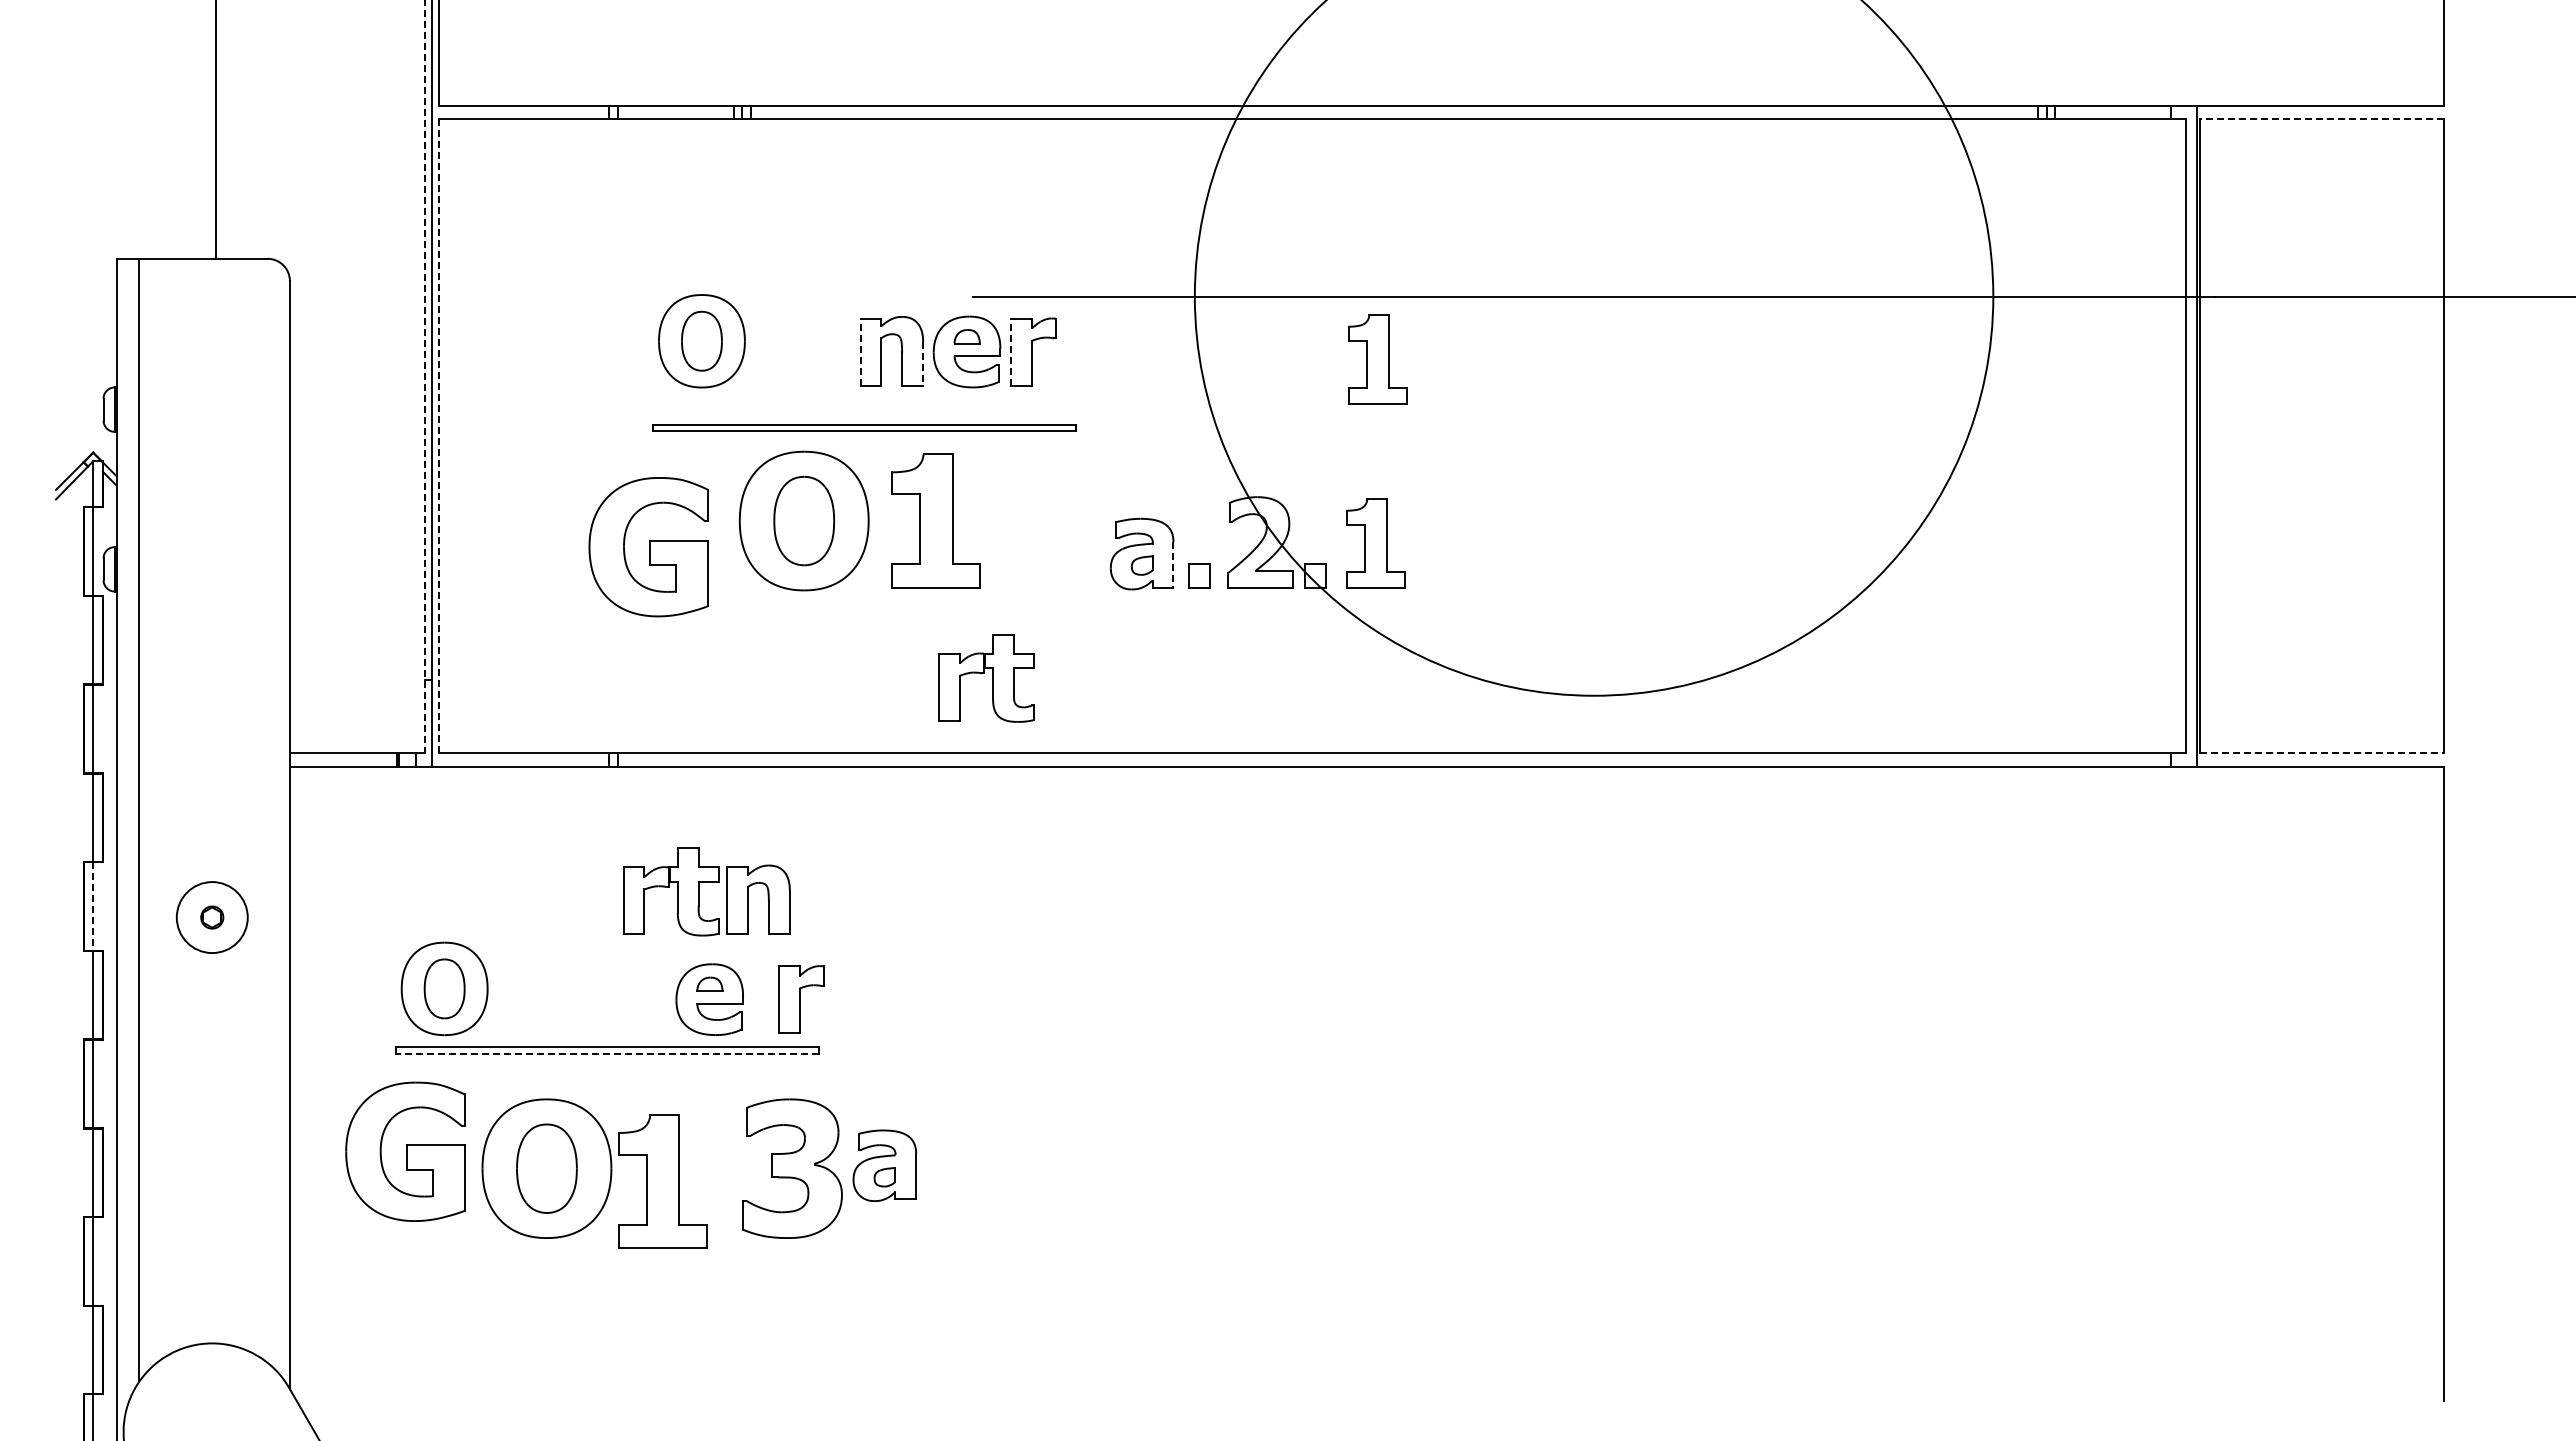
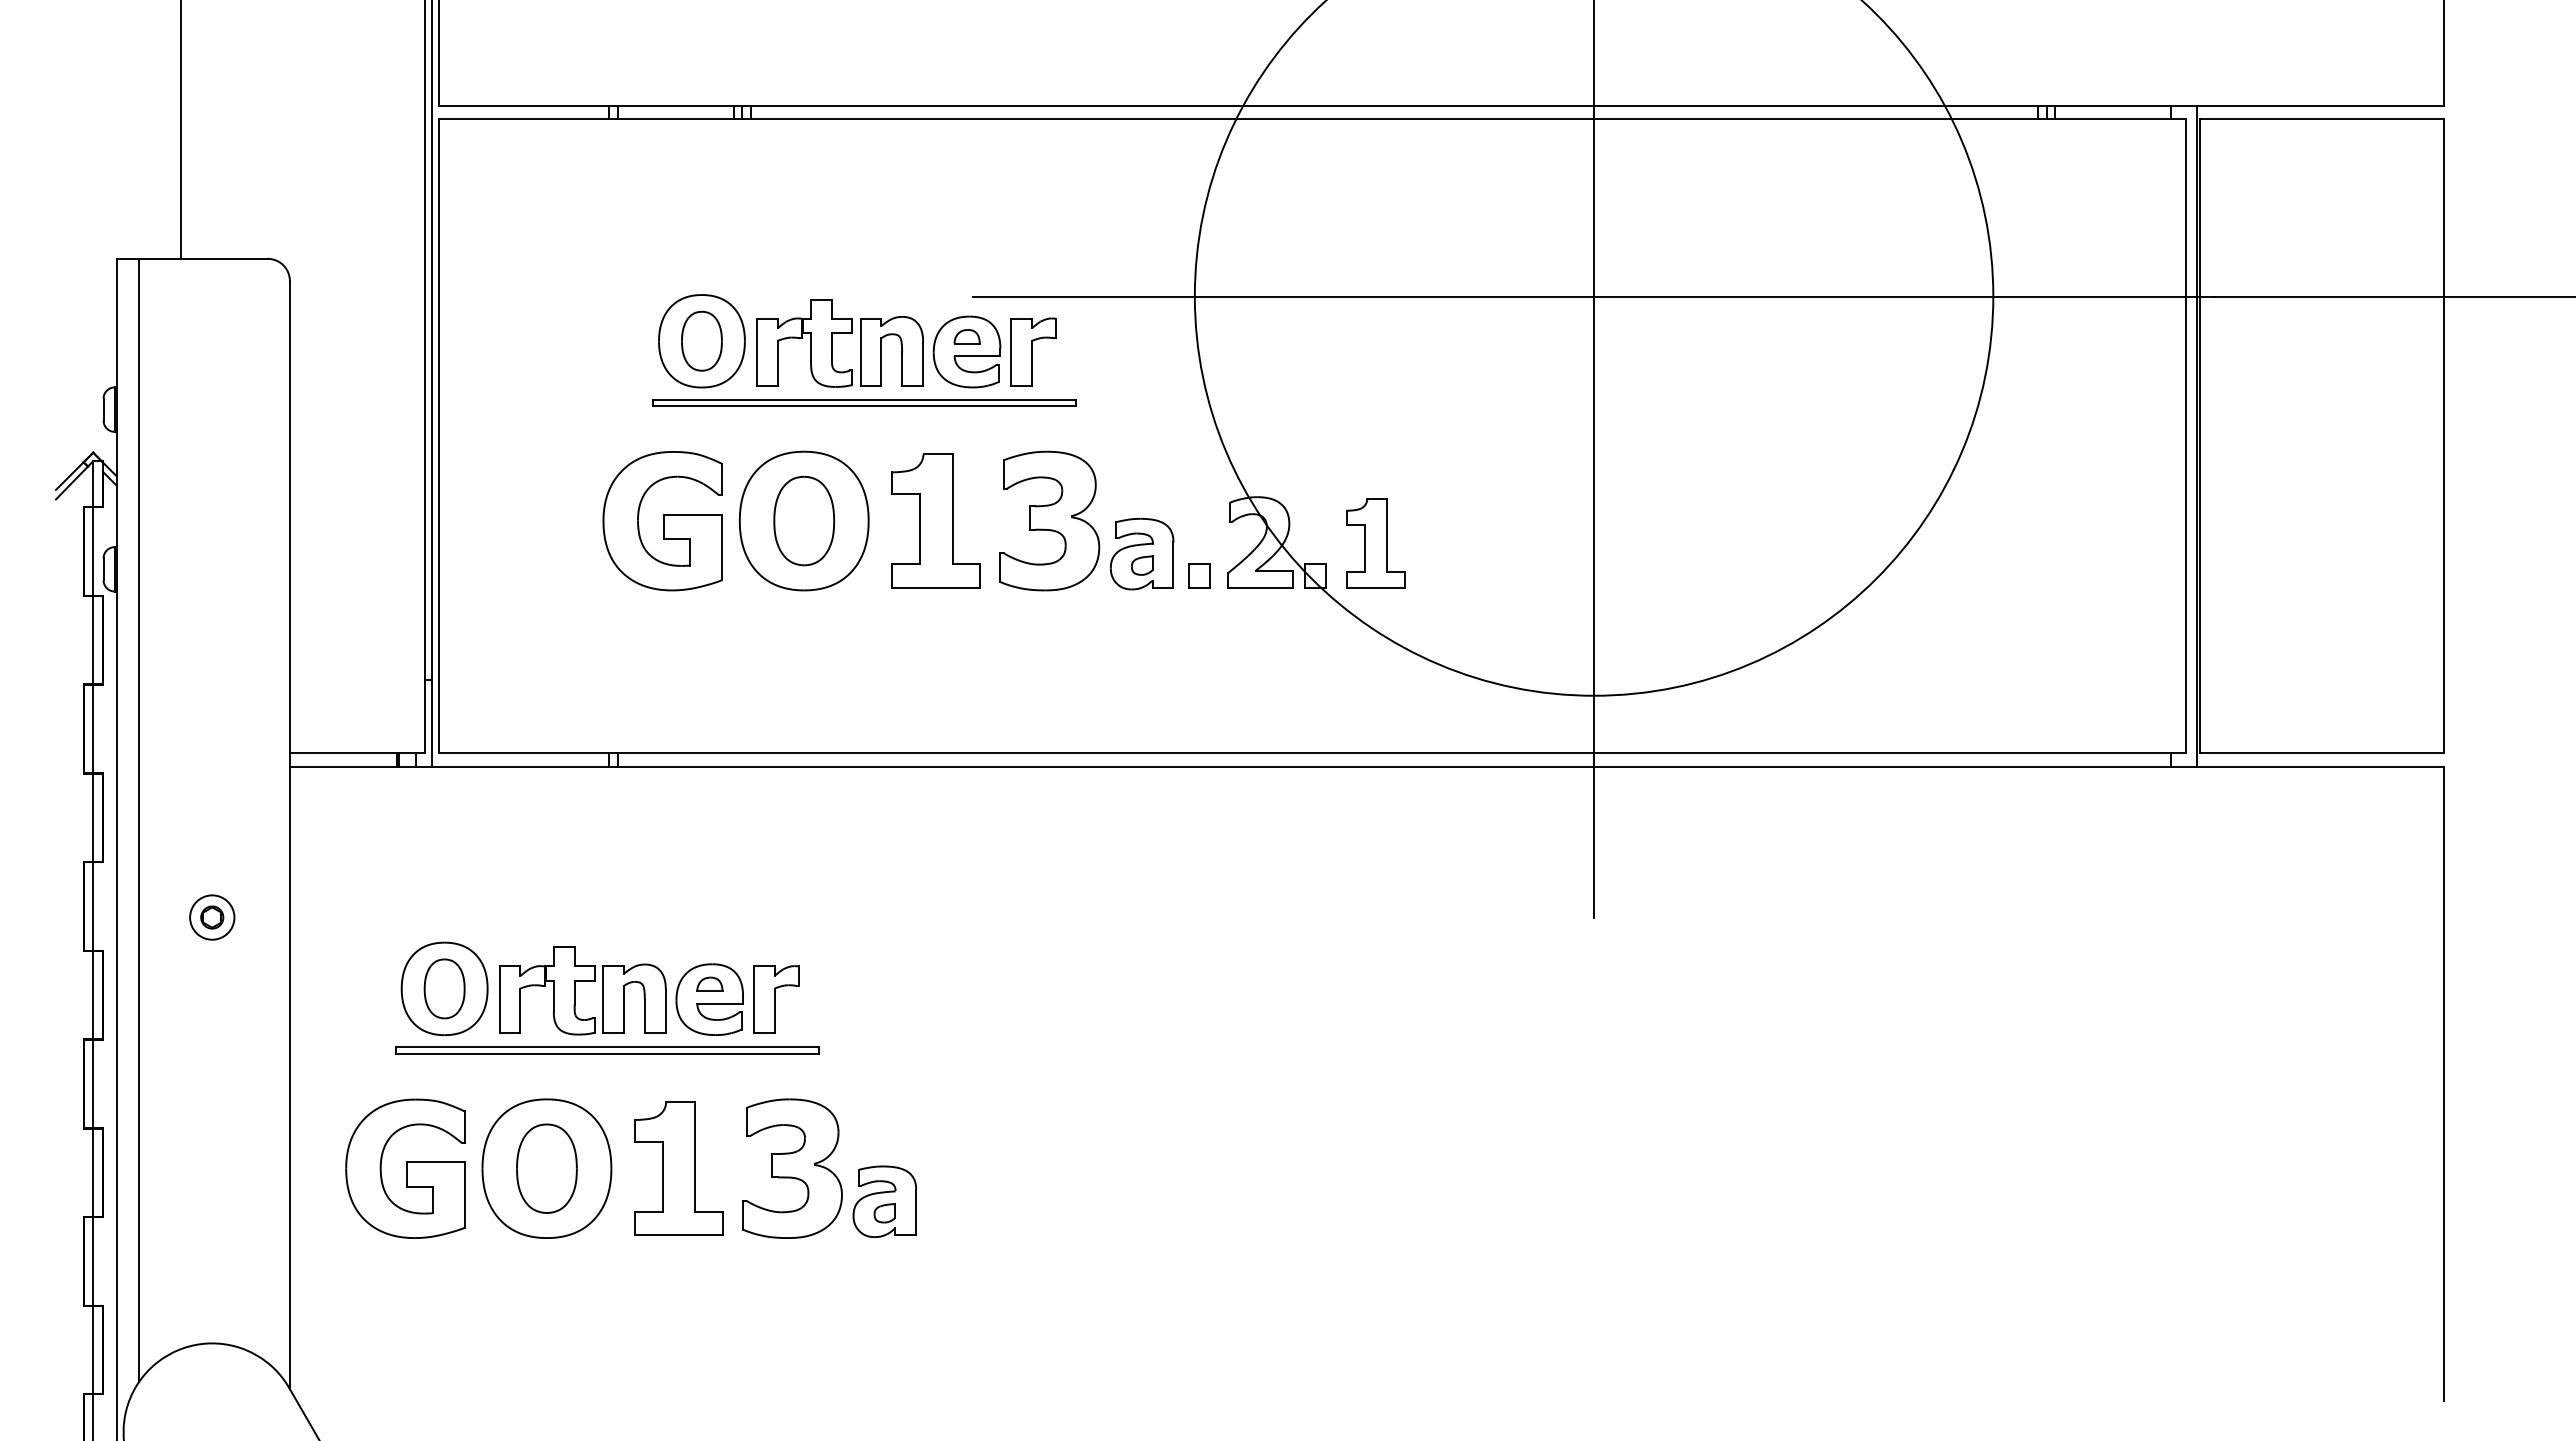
line at (2321, 119): dashed -> solid
line at (216, 130) position: (216, 130) -> (181, 130)
line at (860, 351): dashed -> solid
line at (1011, 351): dashed -> solid
part at (1377, 359): present -> none
line at (923, 363): dashed -> solid
line at (425, 377): dashed -> solid
part at (864, 427) position: (864, 427) -> (864, 402)
line at (438, 436): dashed -> solid
line at (1594, 459): none -> present
part at (1049, 520): none -> present
part at (648, 547) position: (648, 547) -> (662, 521)
line at (1173, 564): dashed -> solid
part at (986, 678) position: (986, 678) -> (804, 343)
line at (2321, 753): dashed -> solid
part at (699, 891) position: (699, 891) -> (575, 990)
line at (93, 906): dashed -> solid
circle at (211, 917) diameter: 71 px -> 44 px
part at (801, 999) position: (801, 999) -> (776, 999)
line at (606, 1053): dashed -> solid
part at (405, 1151) position: (405, 1151) -> (405, 1168)
part at (884, 1165) position: (884, 1165) -> (884, 1201)
part at (662, 1181) position: (662, 1181) -> (678, 1168)
